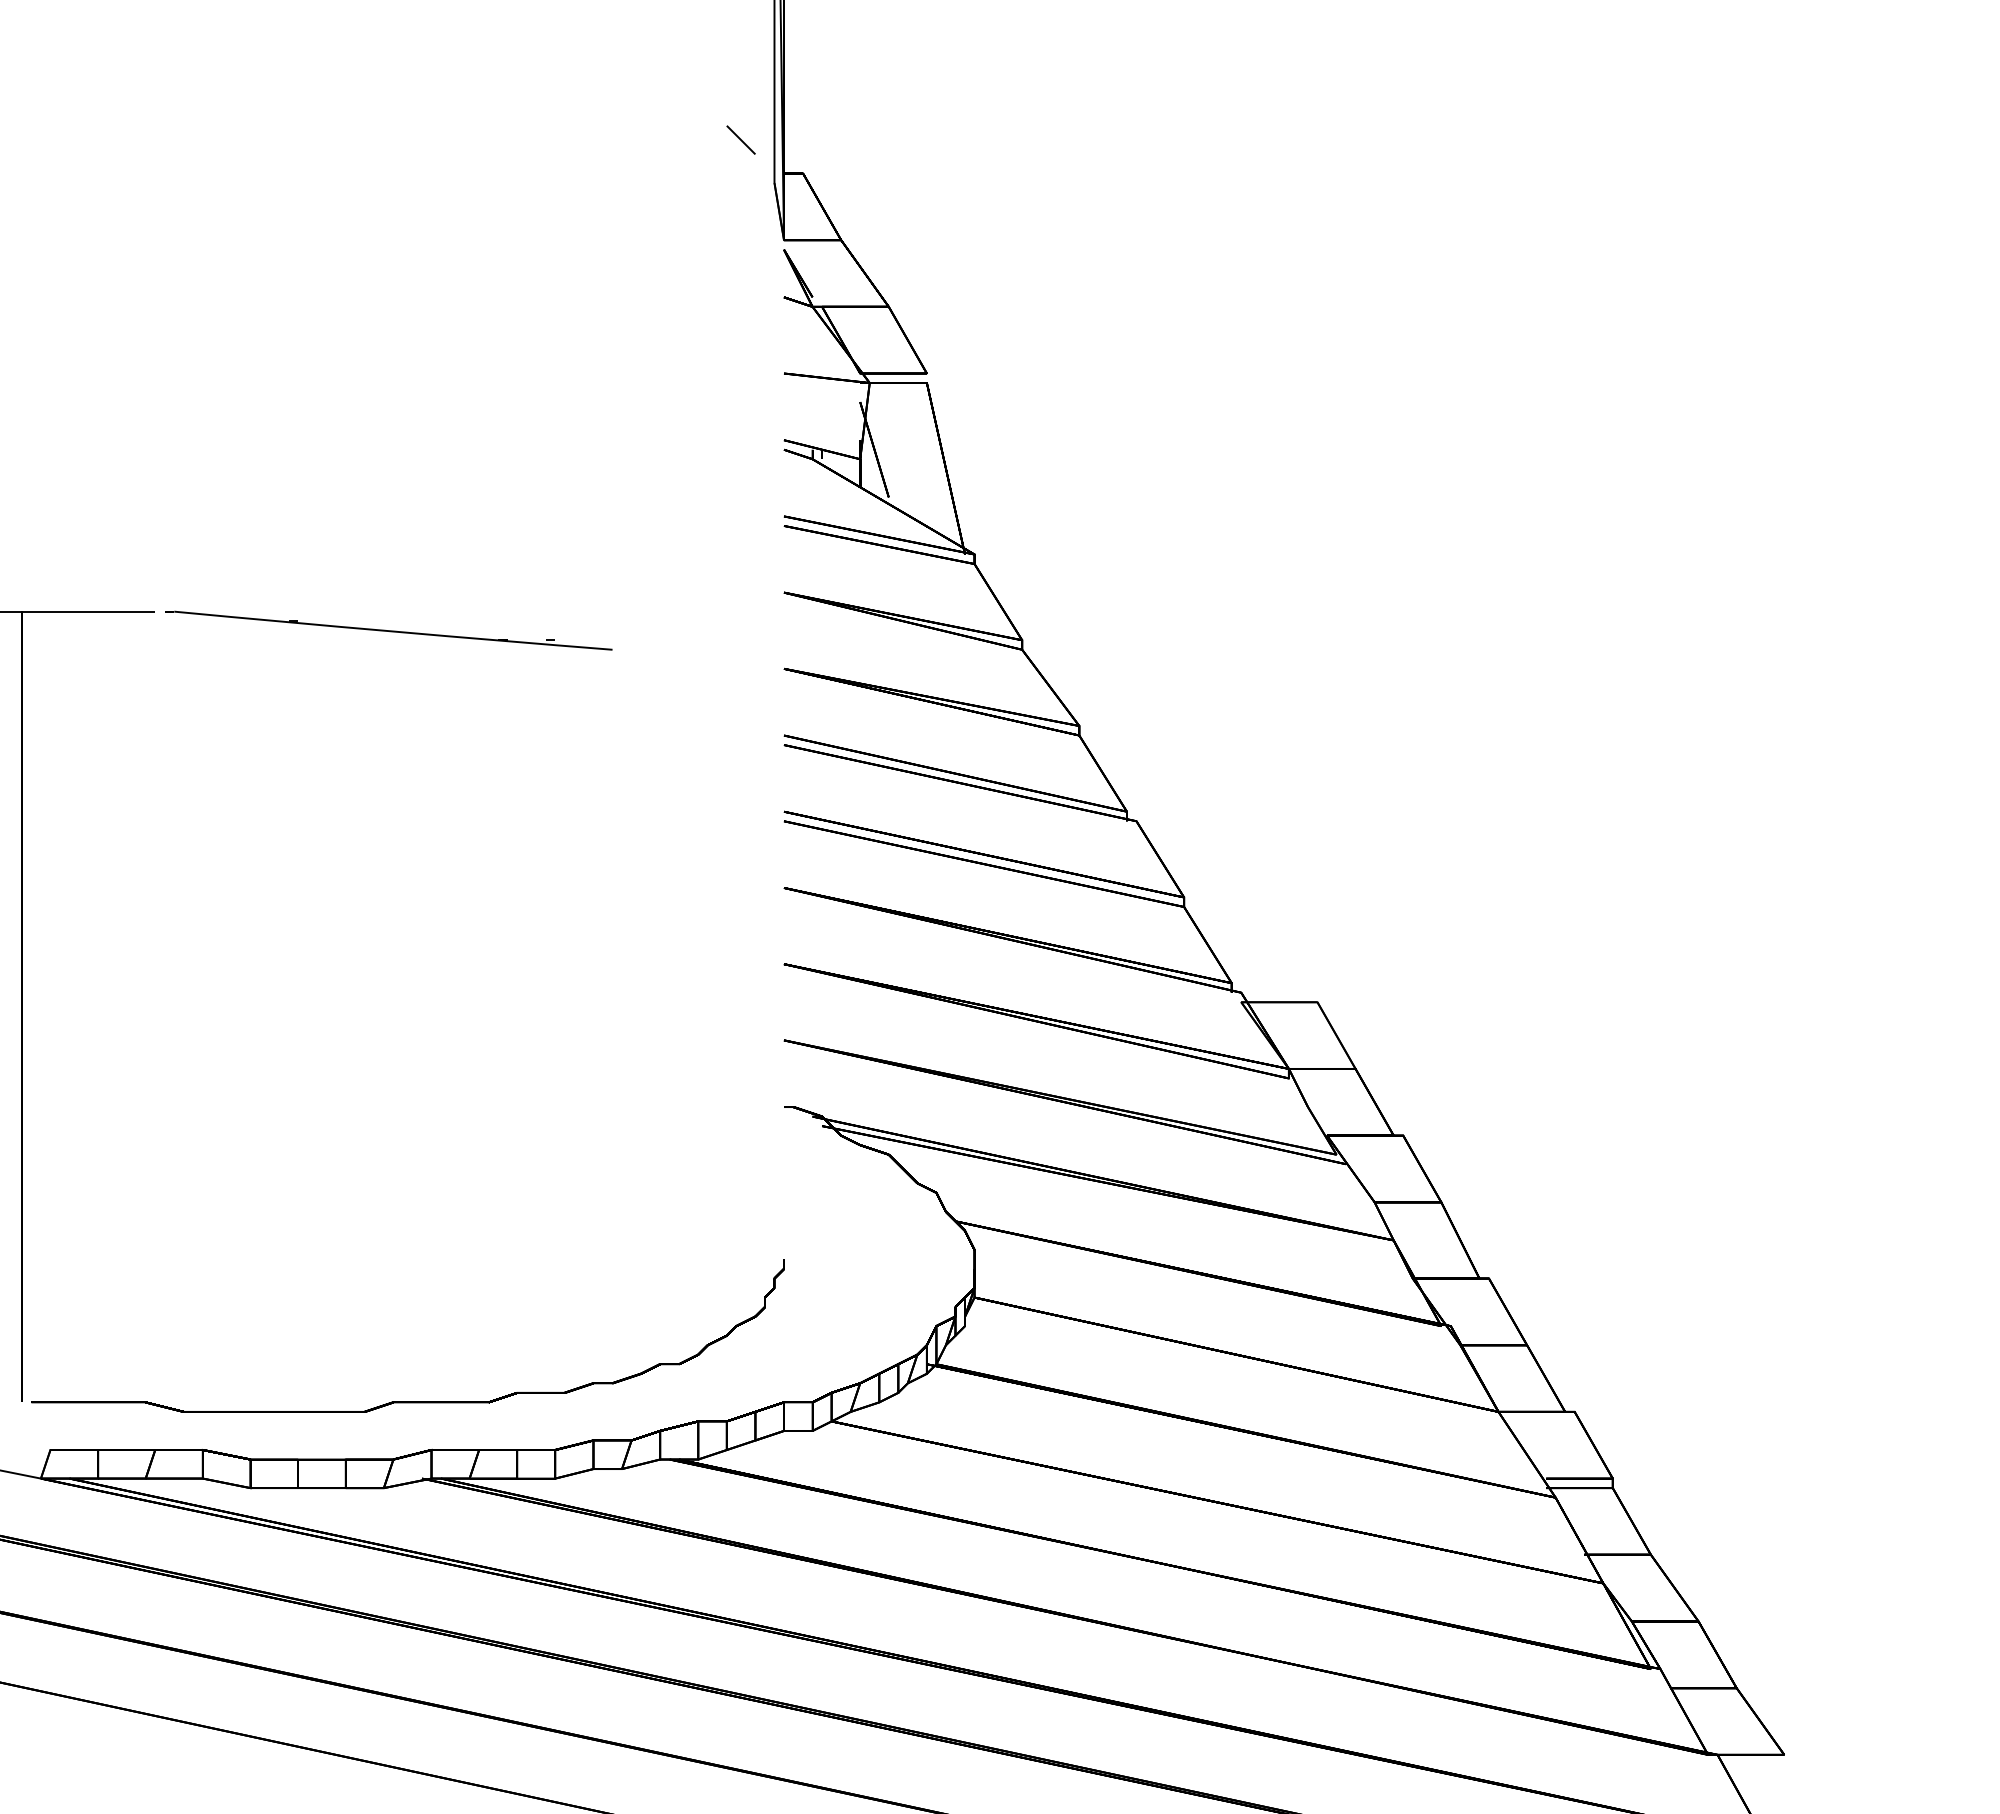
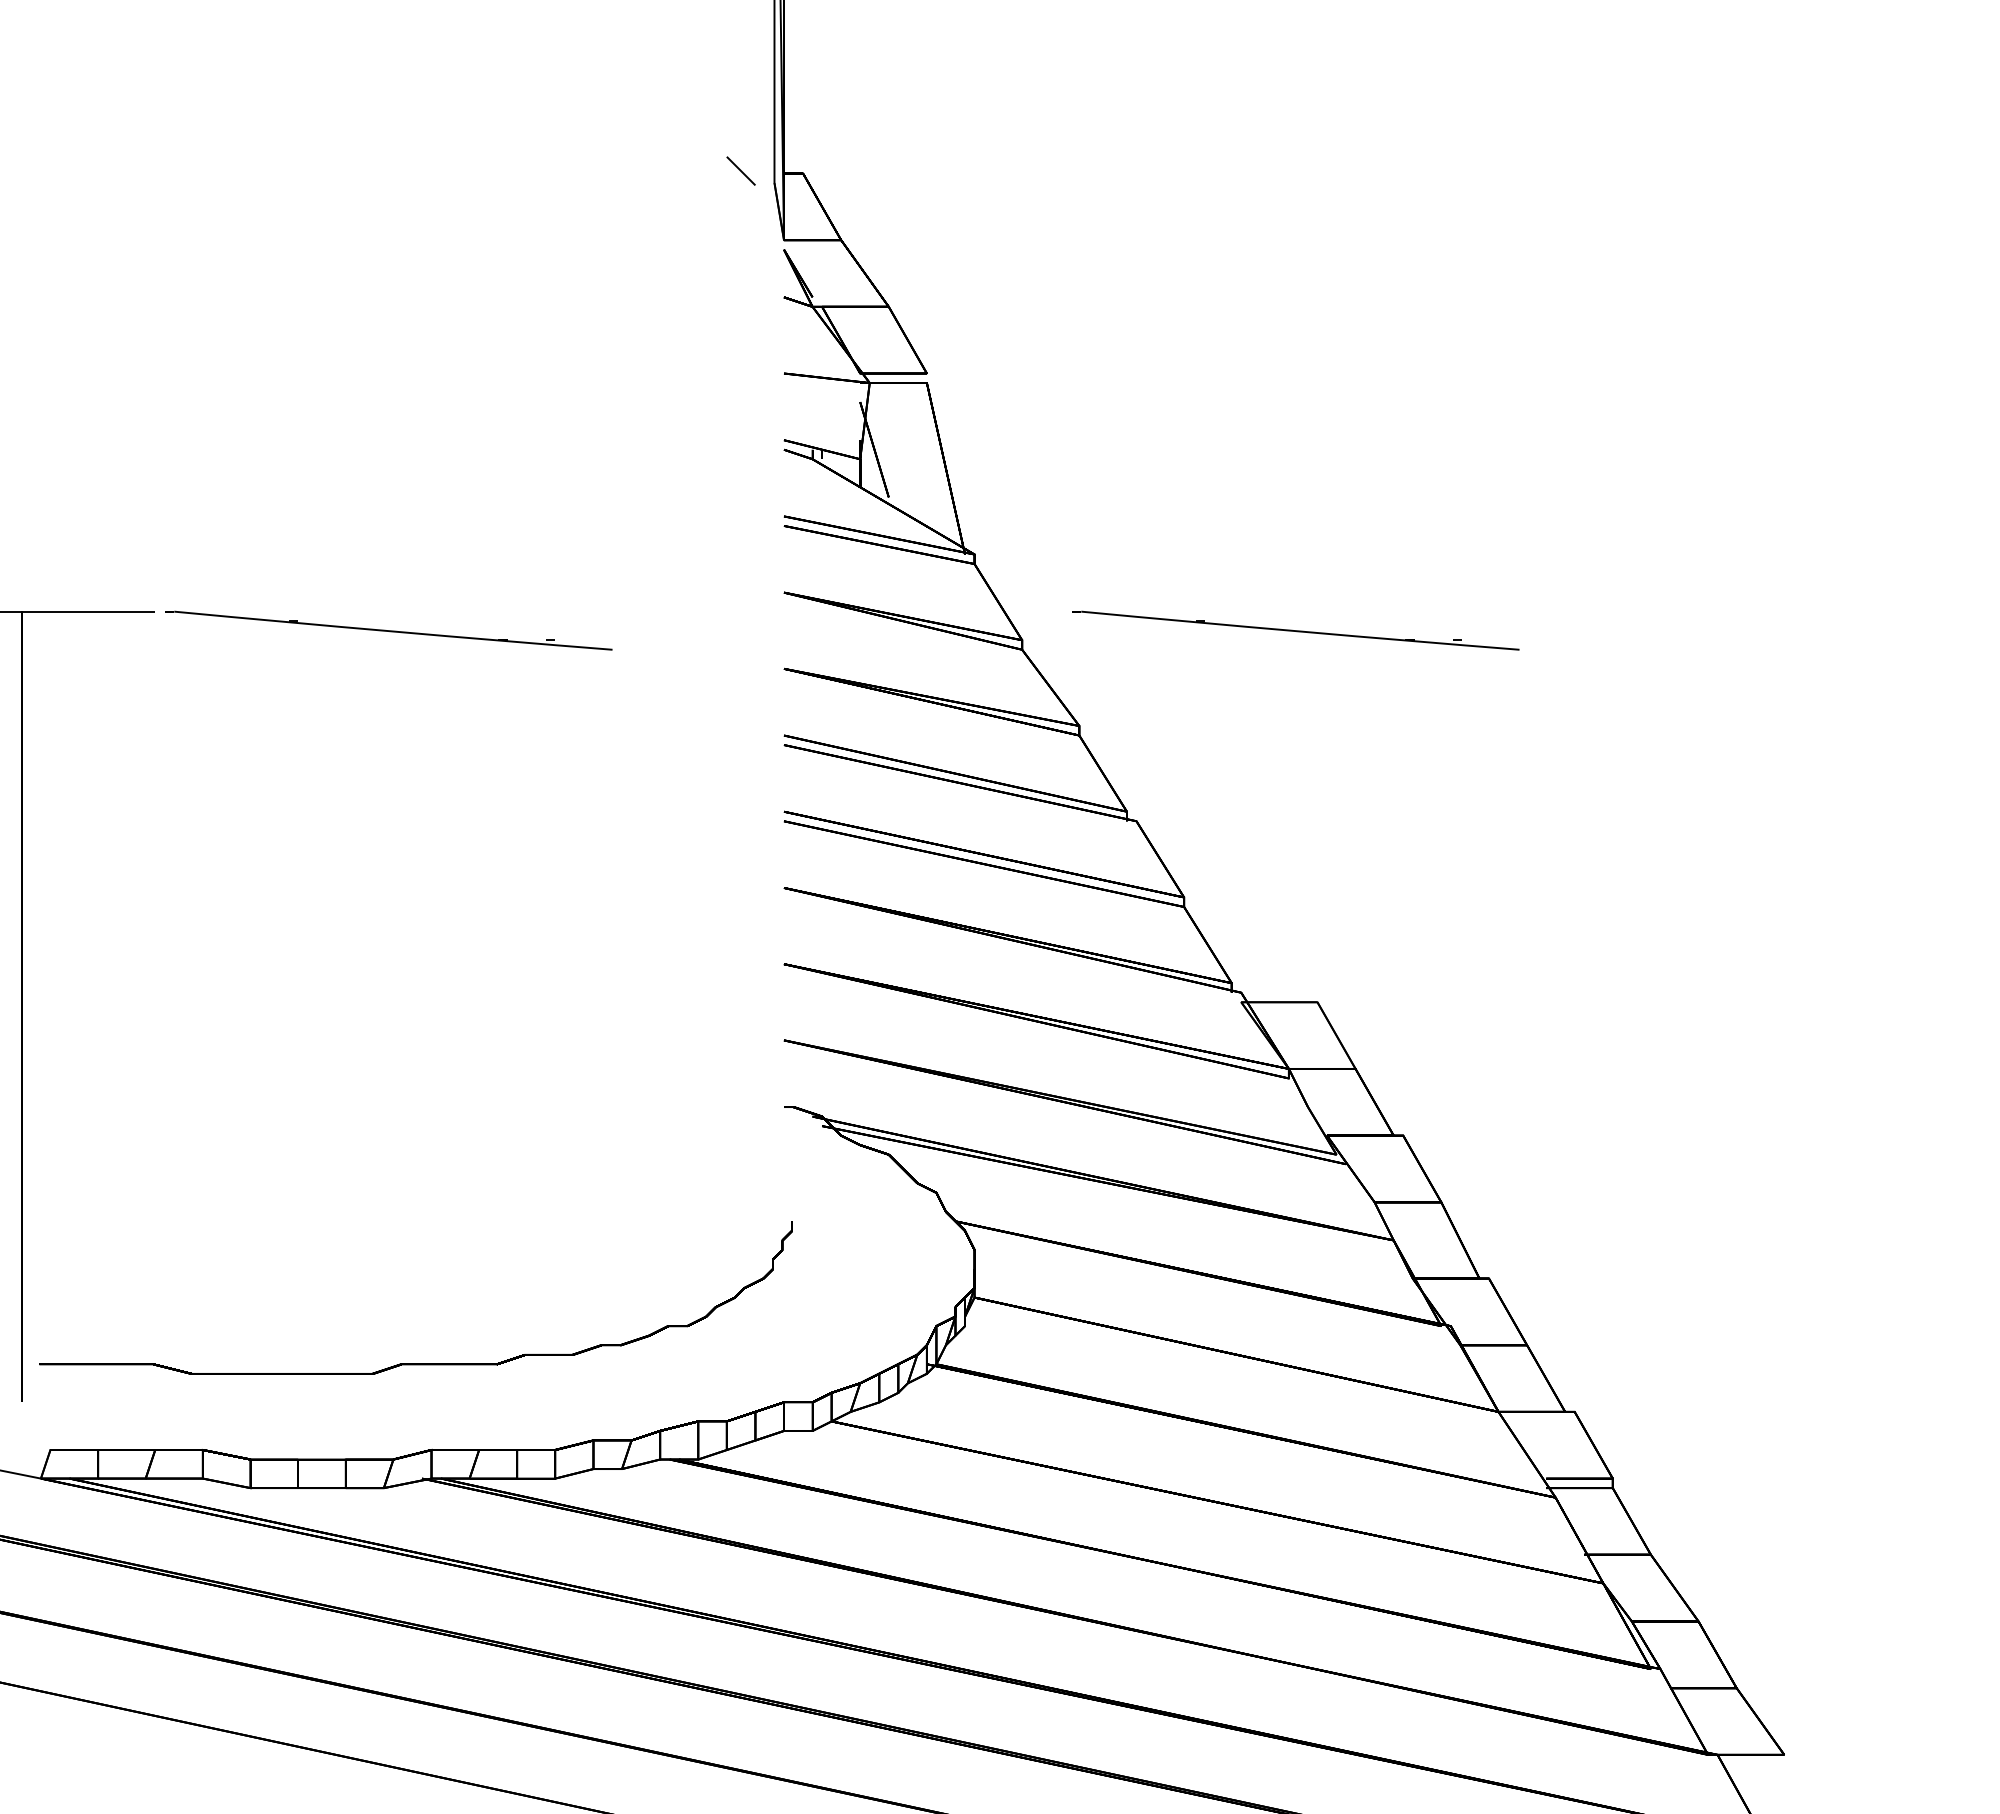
line at (740, 139) position: (740, 139) -> (740, 170)
part at (1295, 630): none -> present
part at (407, 1401) position: (407, 1401) -> (415, 1363)
